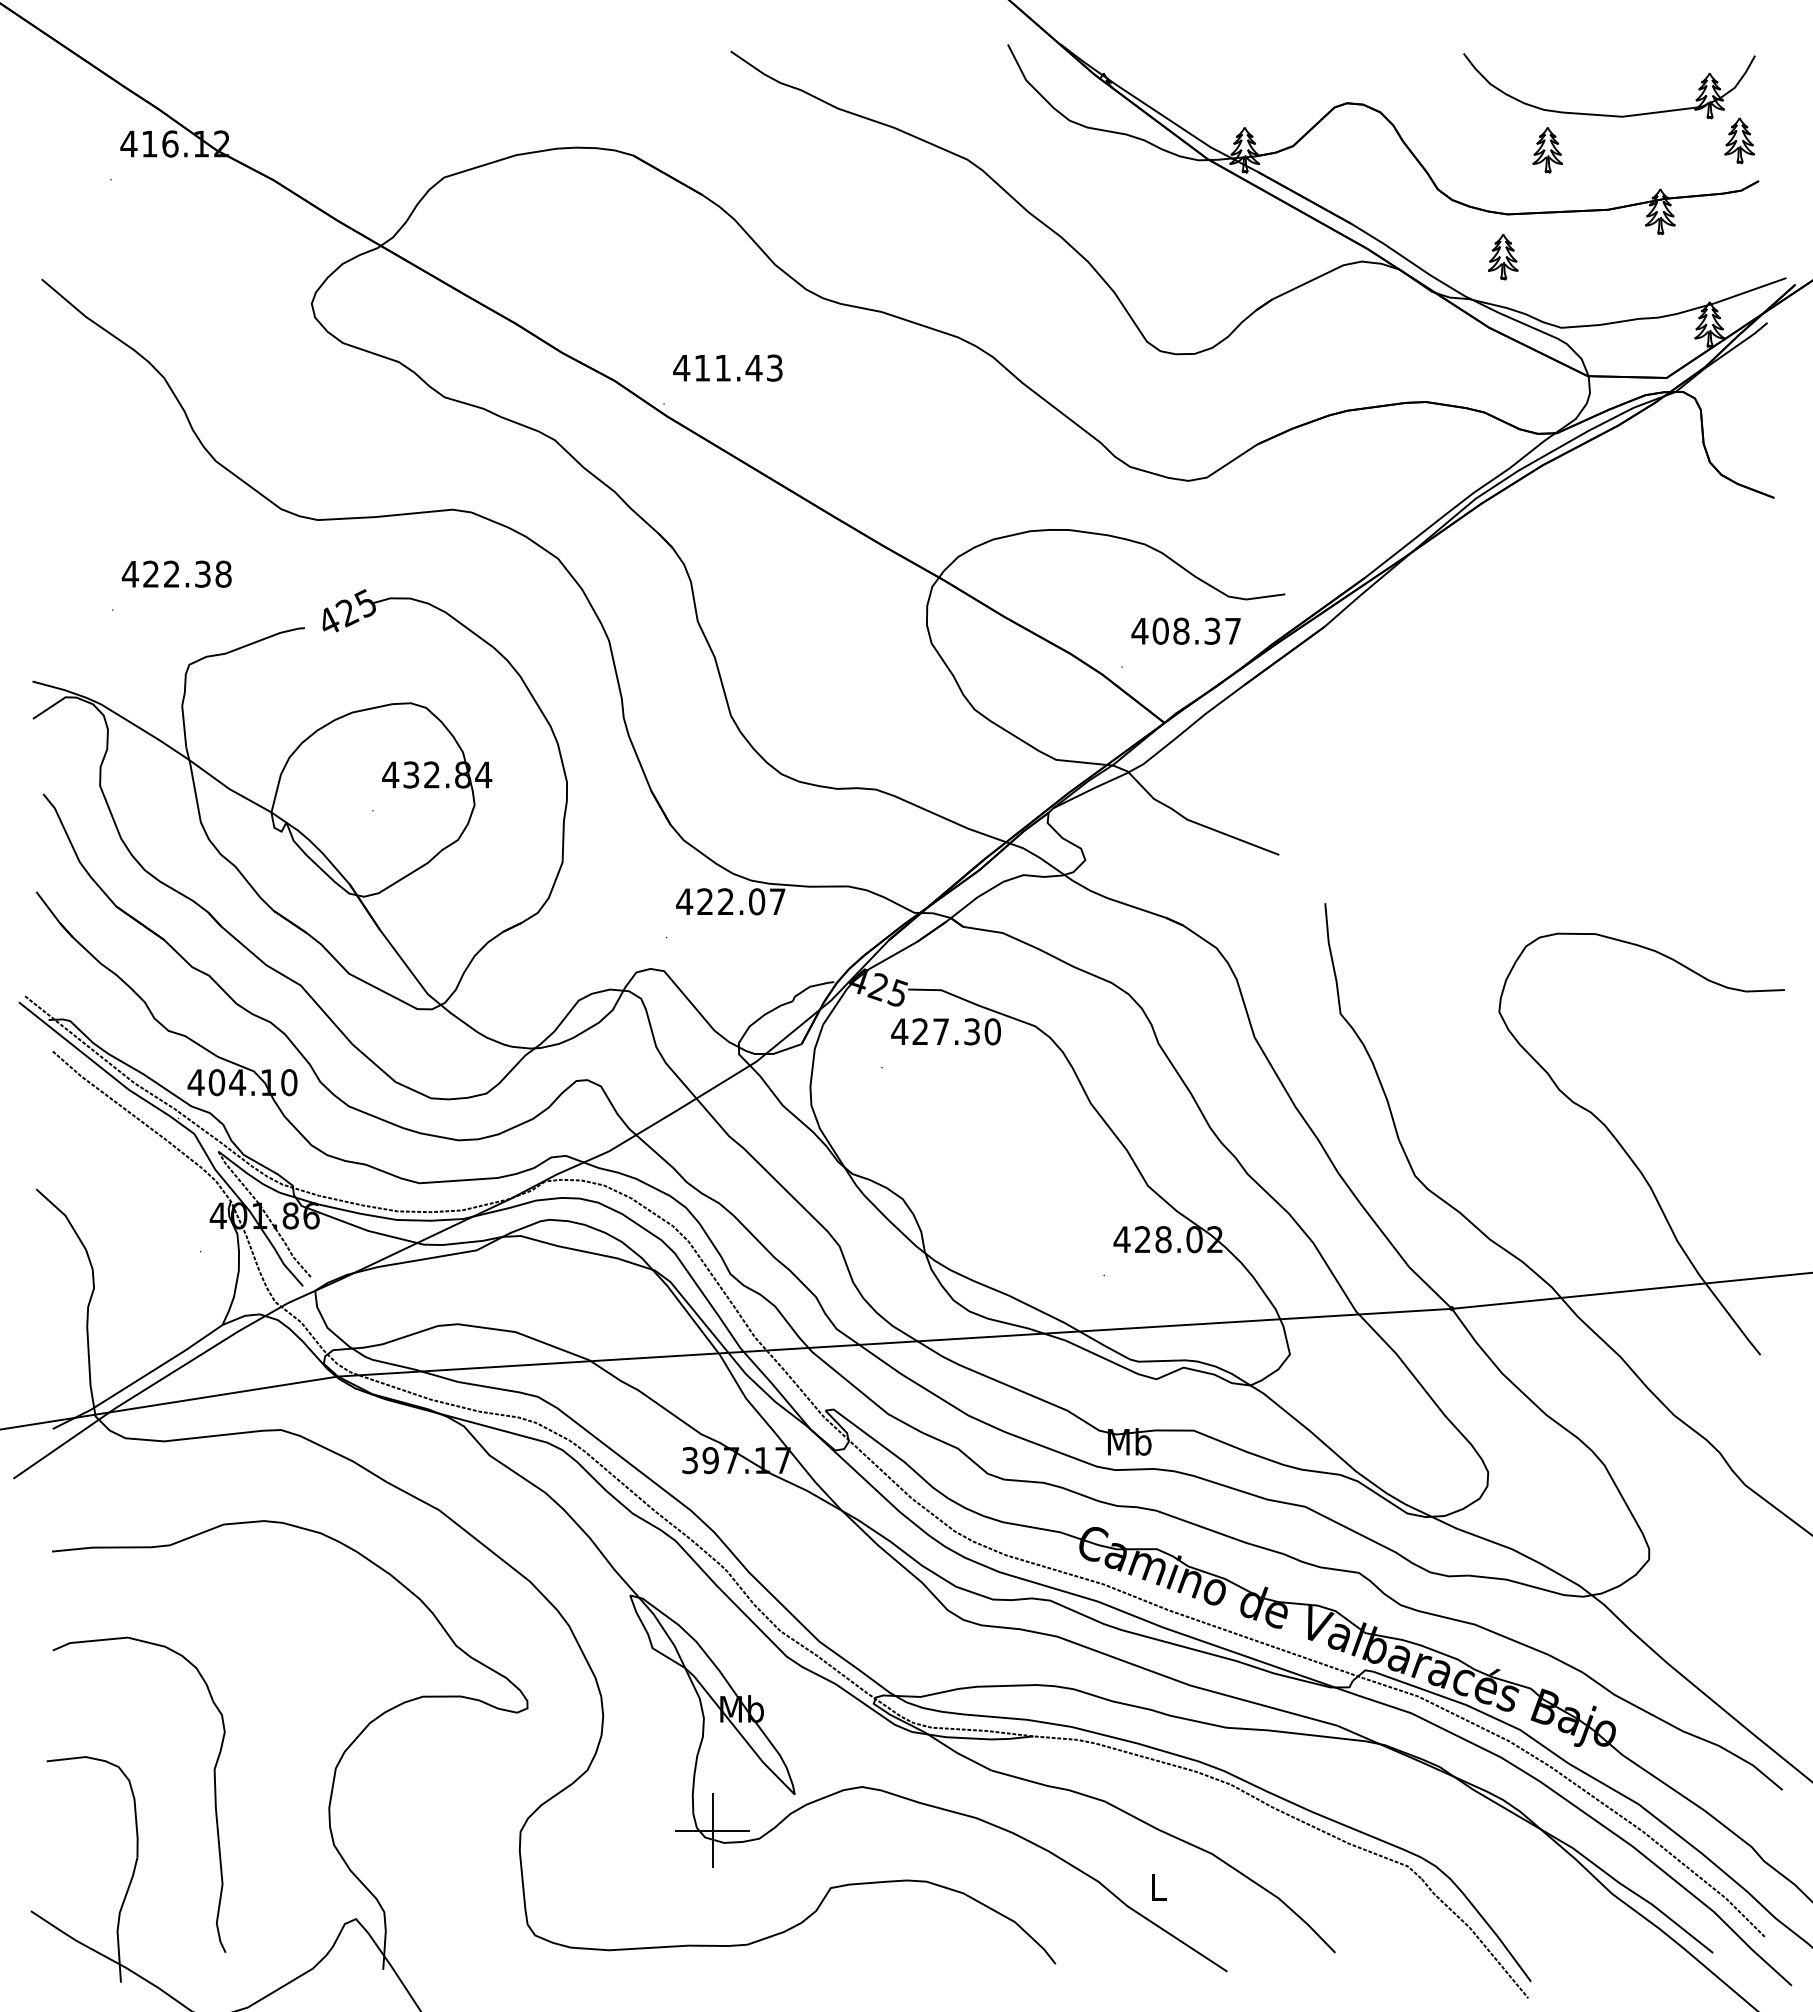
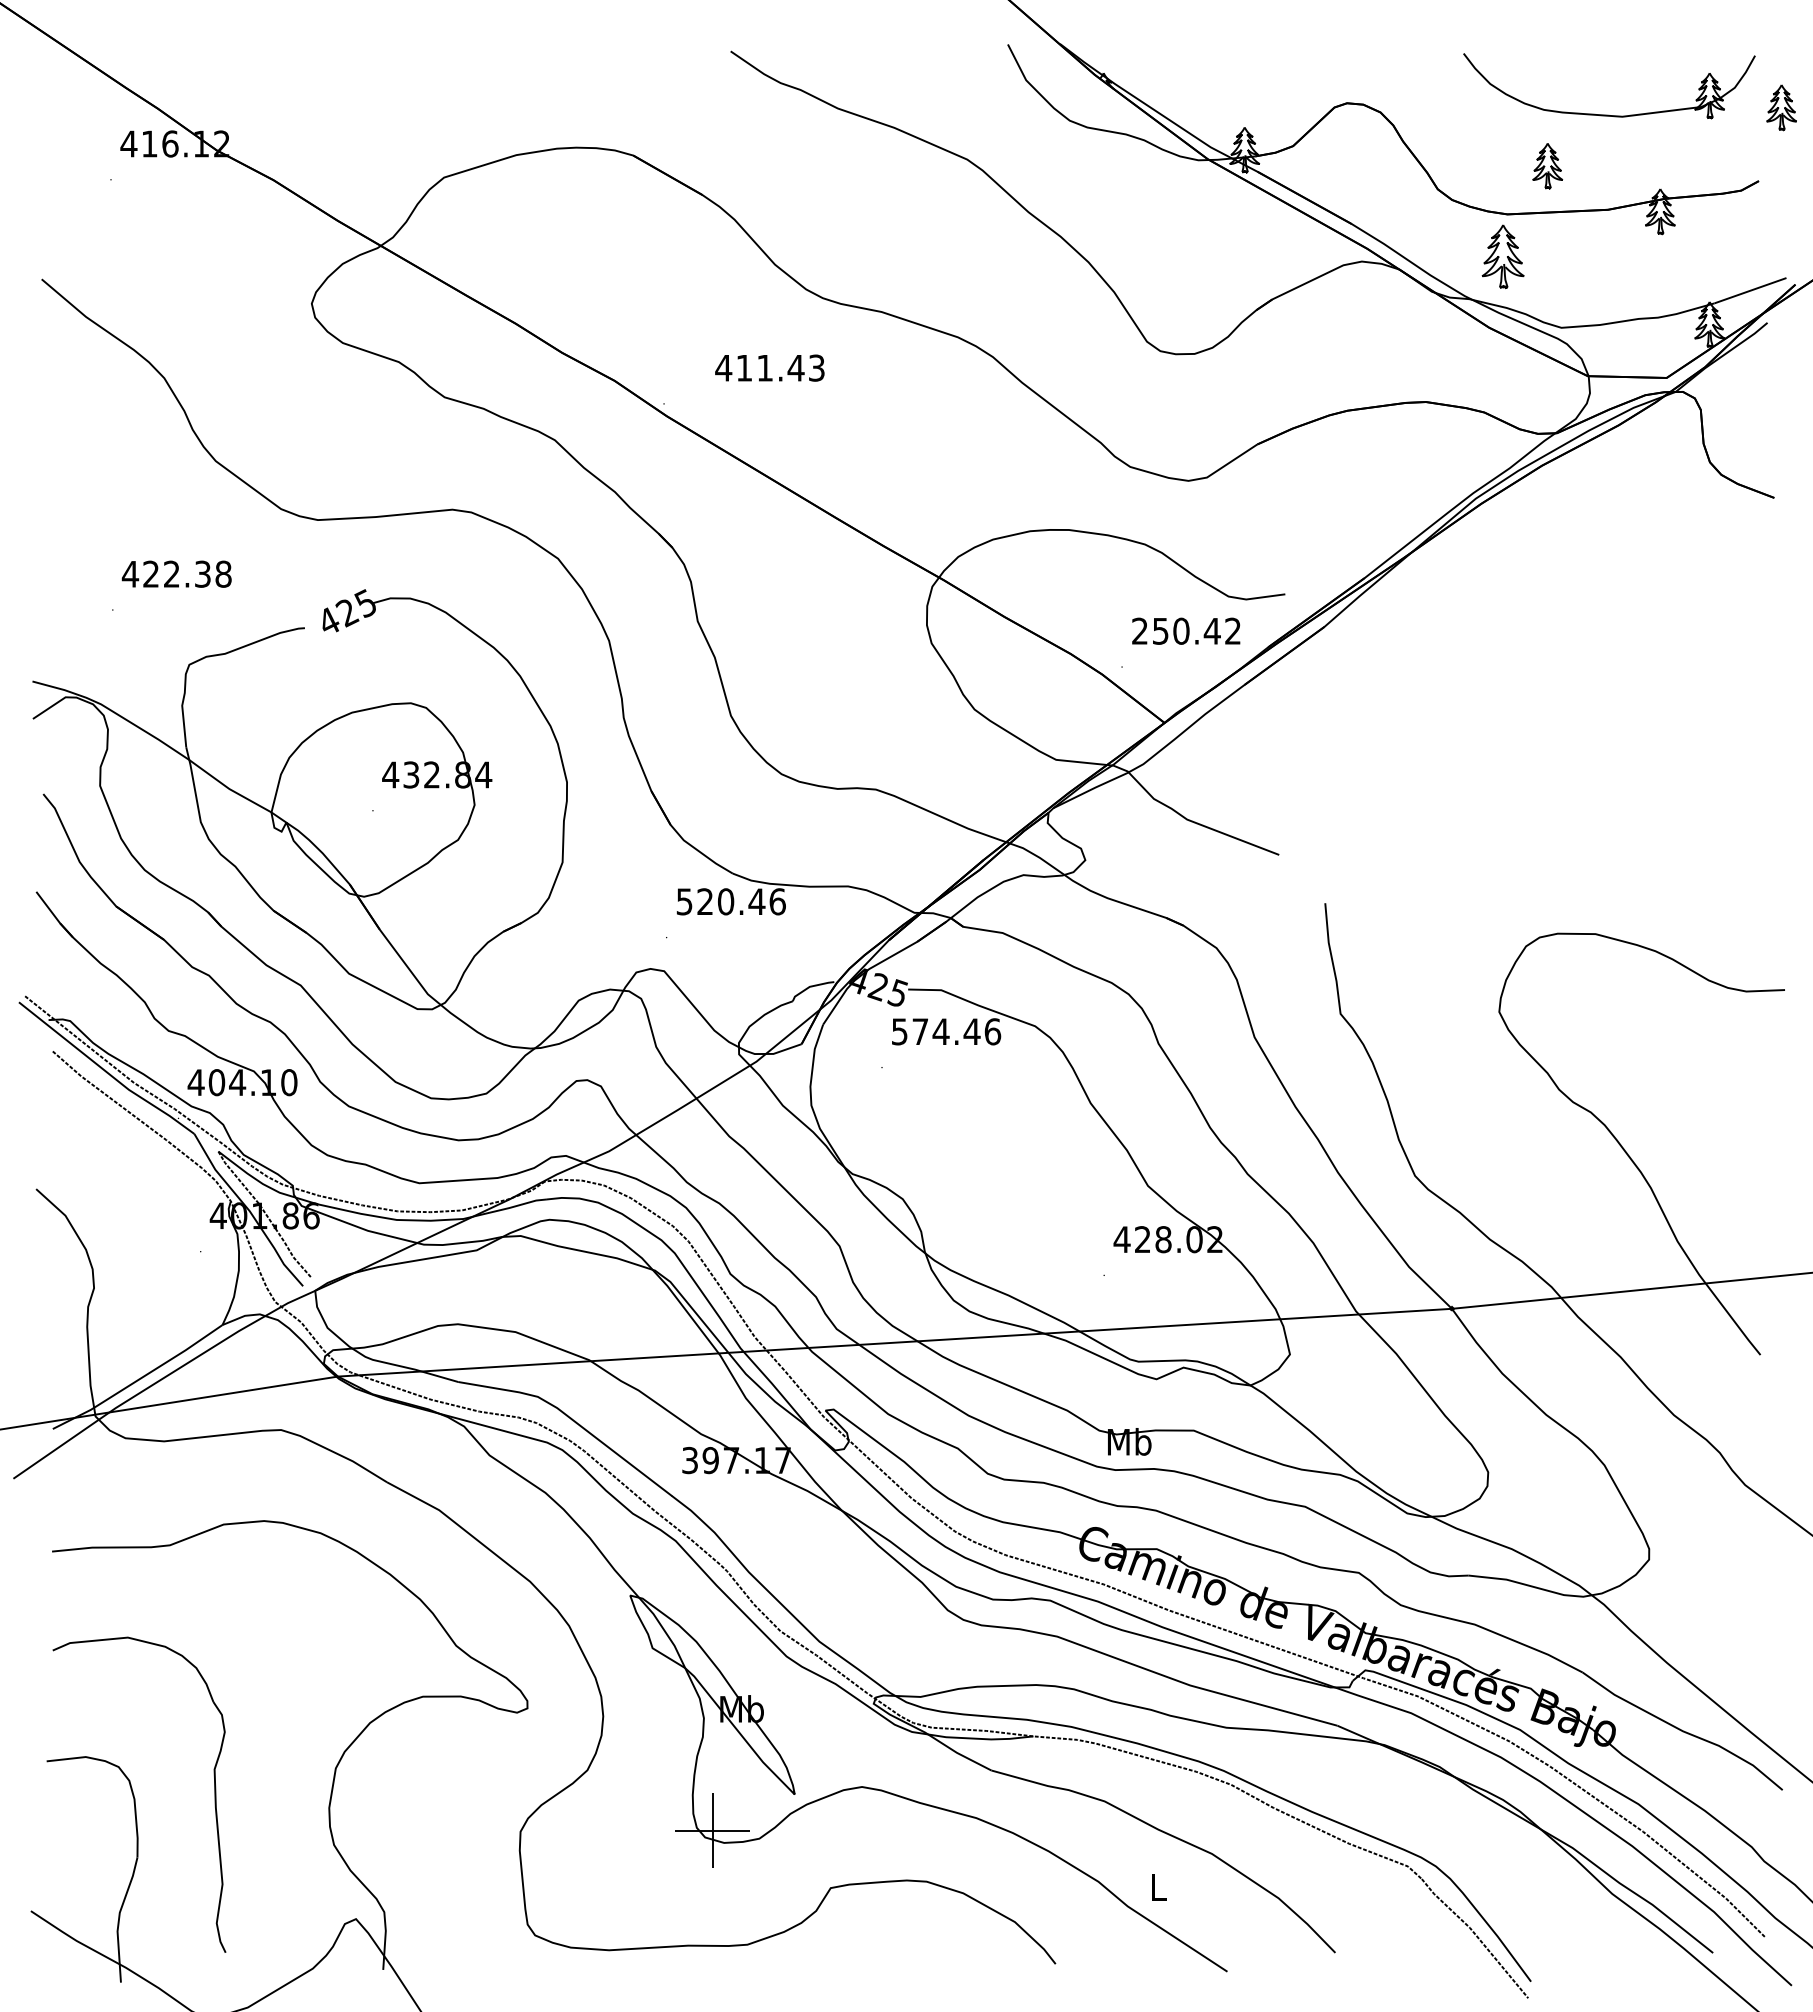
part at (1739, 140) position: (1739, 140) -> (1781, 107)
part at (1547, 150) position: (1547, 150) -> (1547, 166)
part at (1503, 257) size: 31x47 px -> 44x66 px
text at (727, 367) position: (727, 367) -> (769, 367)
text at (1185, 630): 408.37 -> 250.42
text at (730, 901): 422.07 -> 520.46
text at (946, 1031): 427.30 -> 574.46
